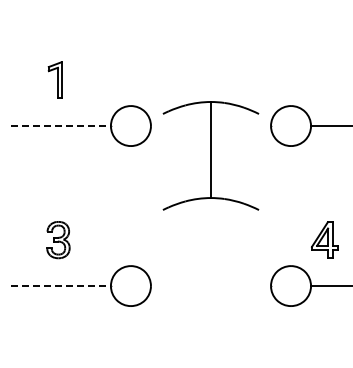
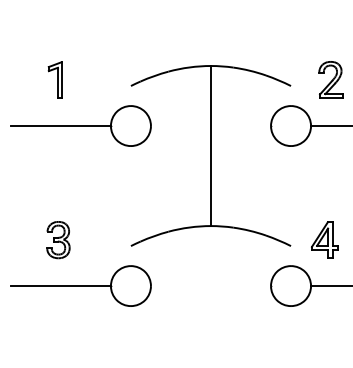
part at (330, 79): none -> present
line at (61, 126): dashed -> solid
part at (210, 155) size: 98x110 px -> 162x182 px
line at (61, 286): dashed -> solid
